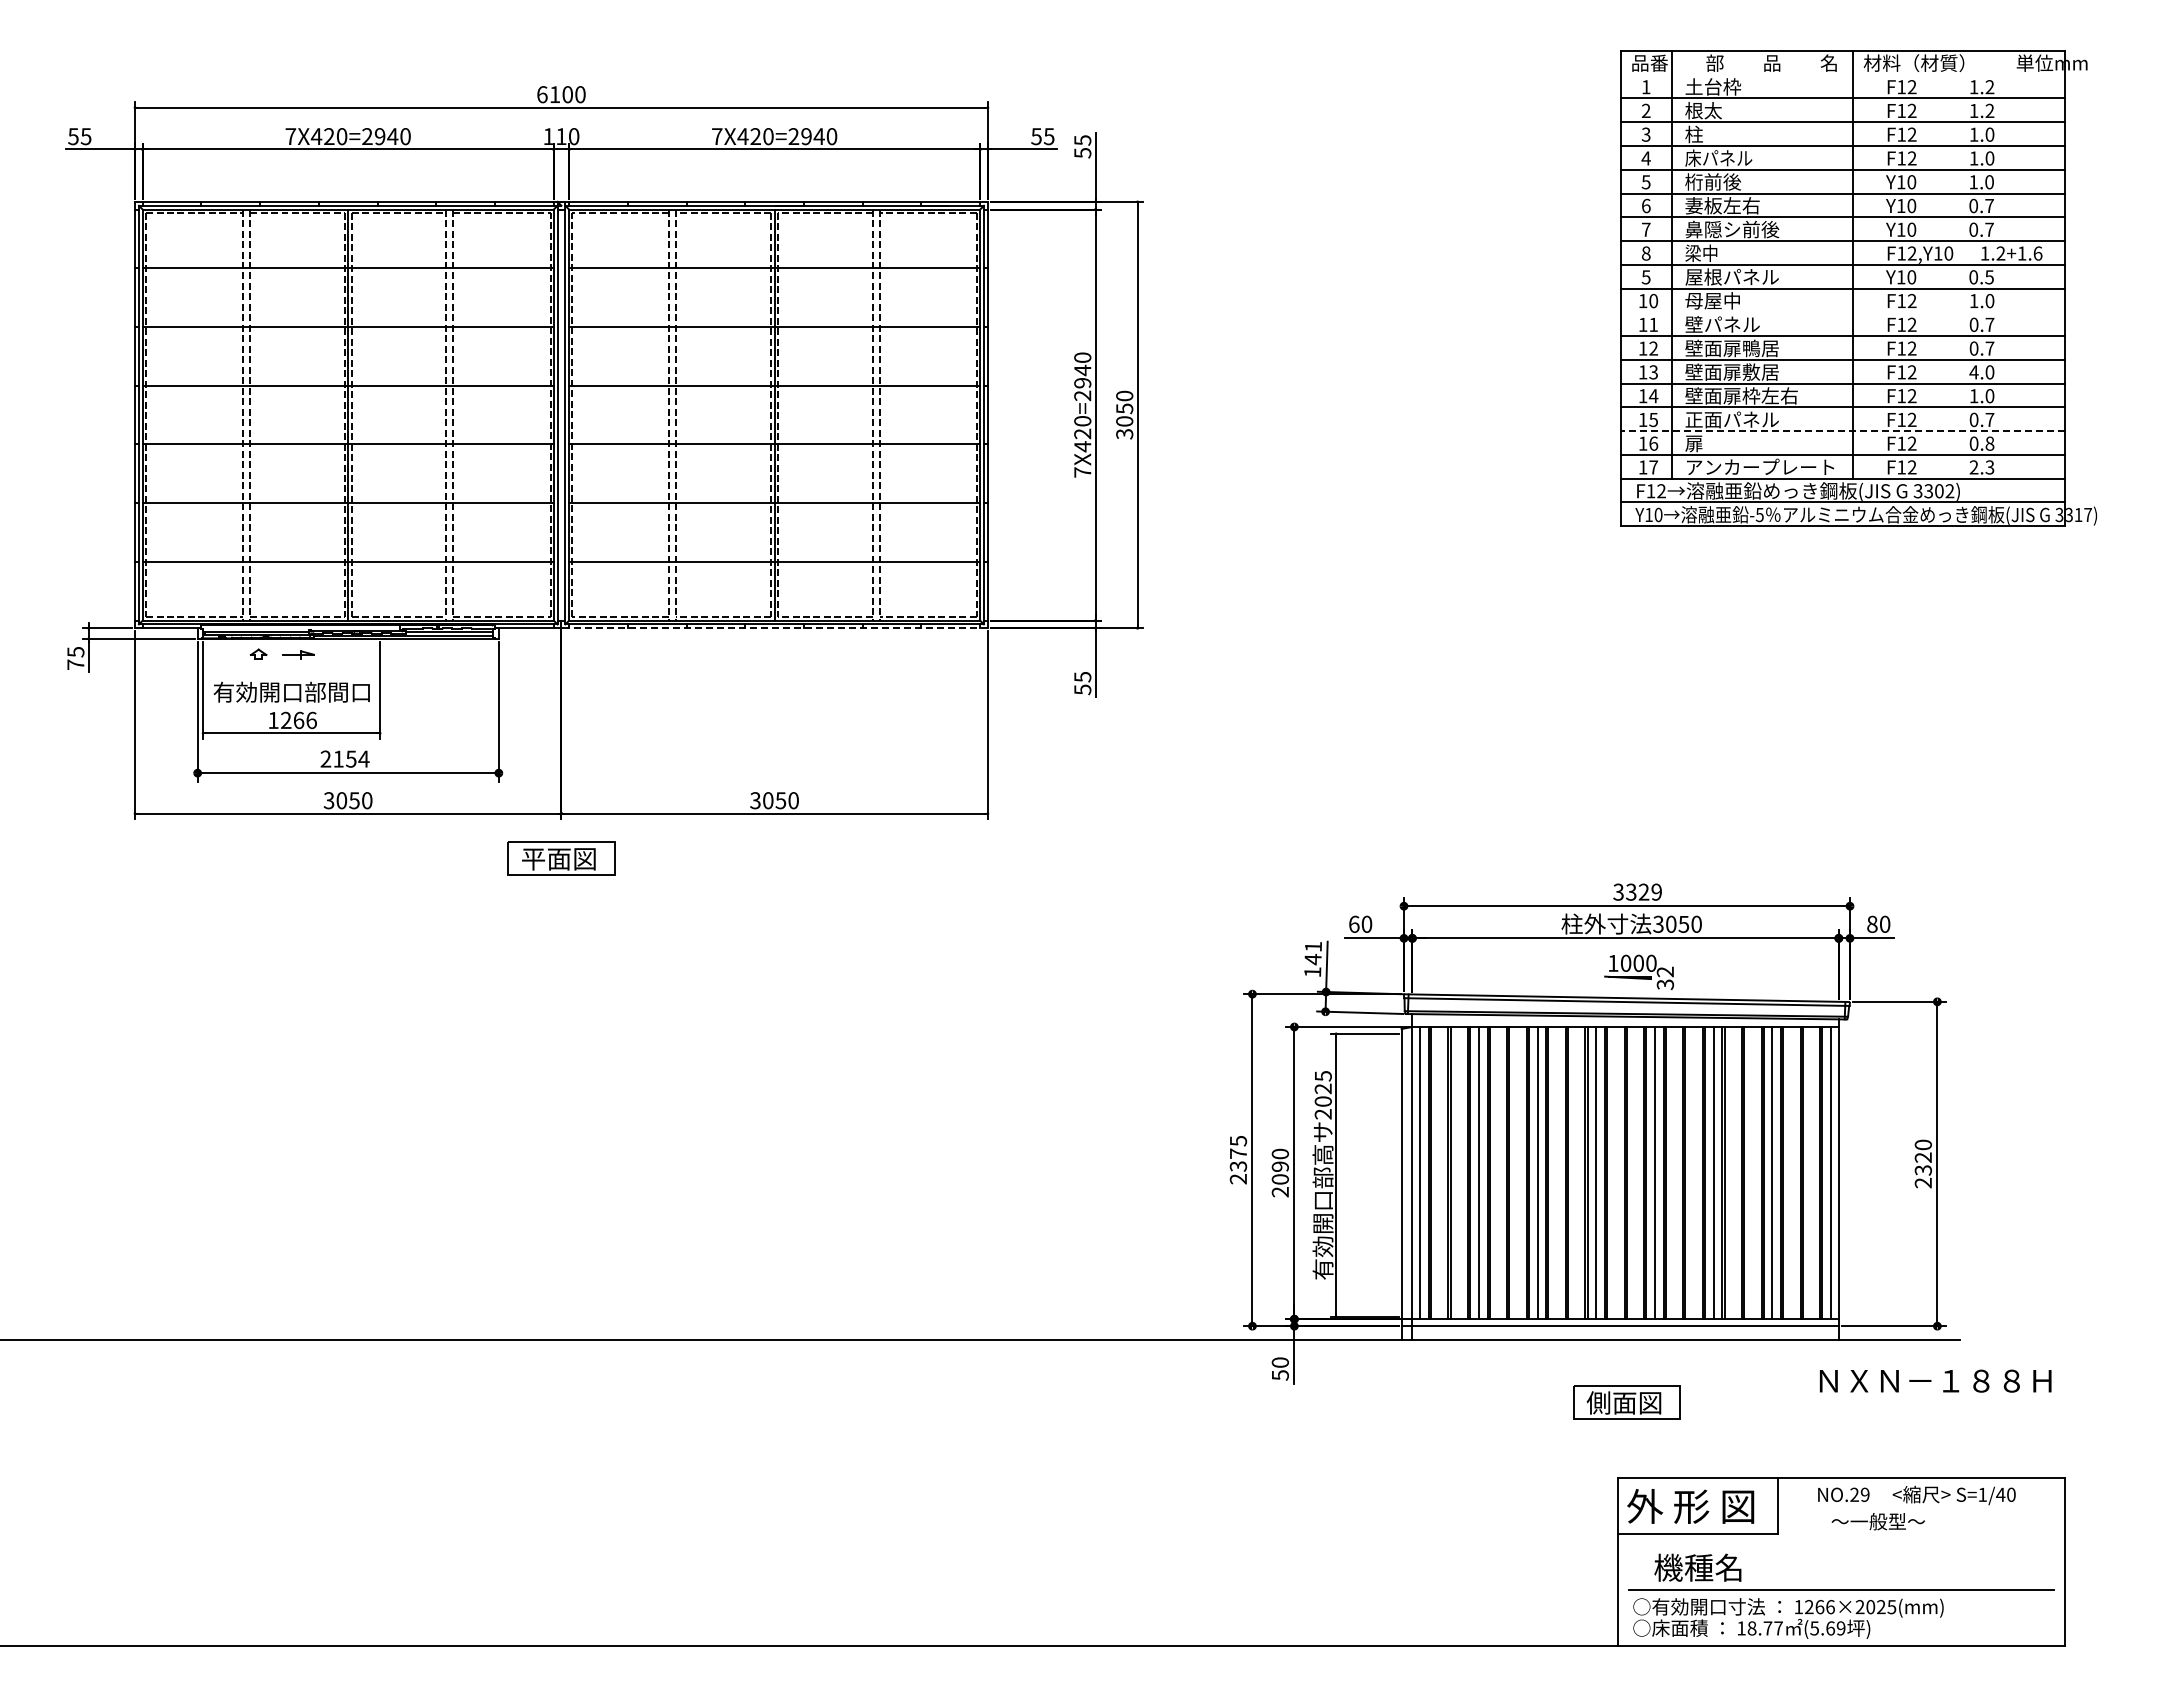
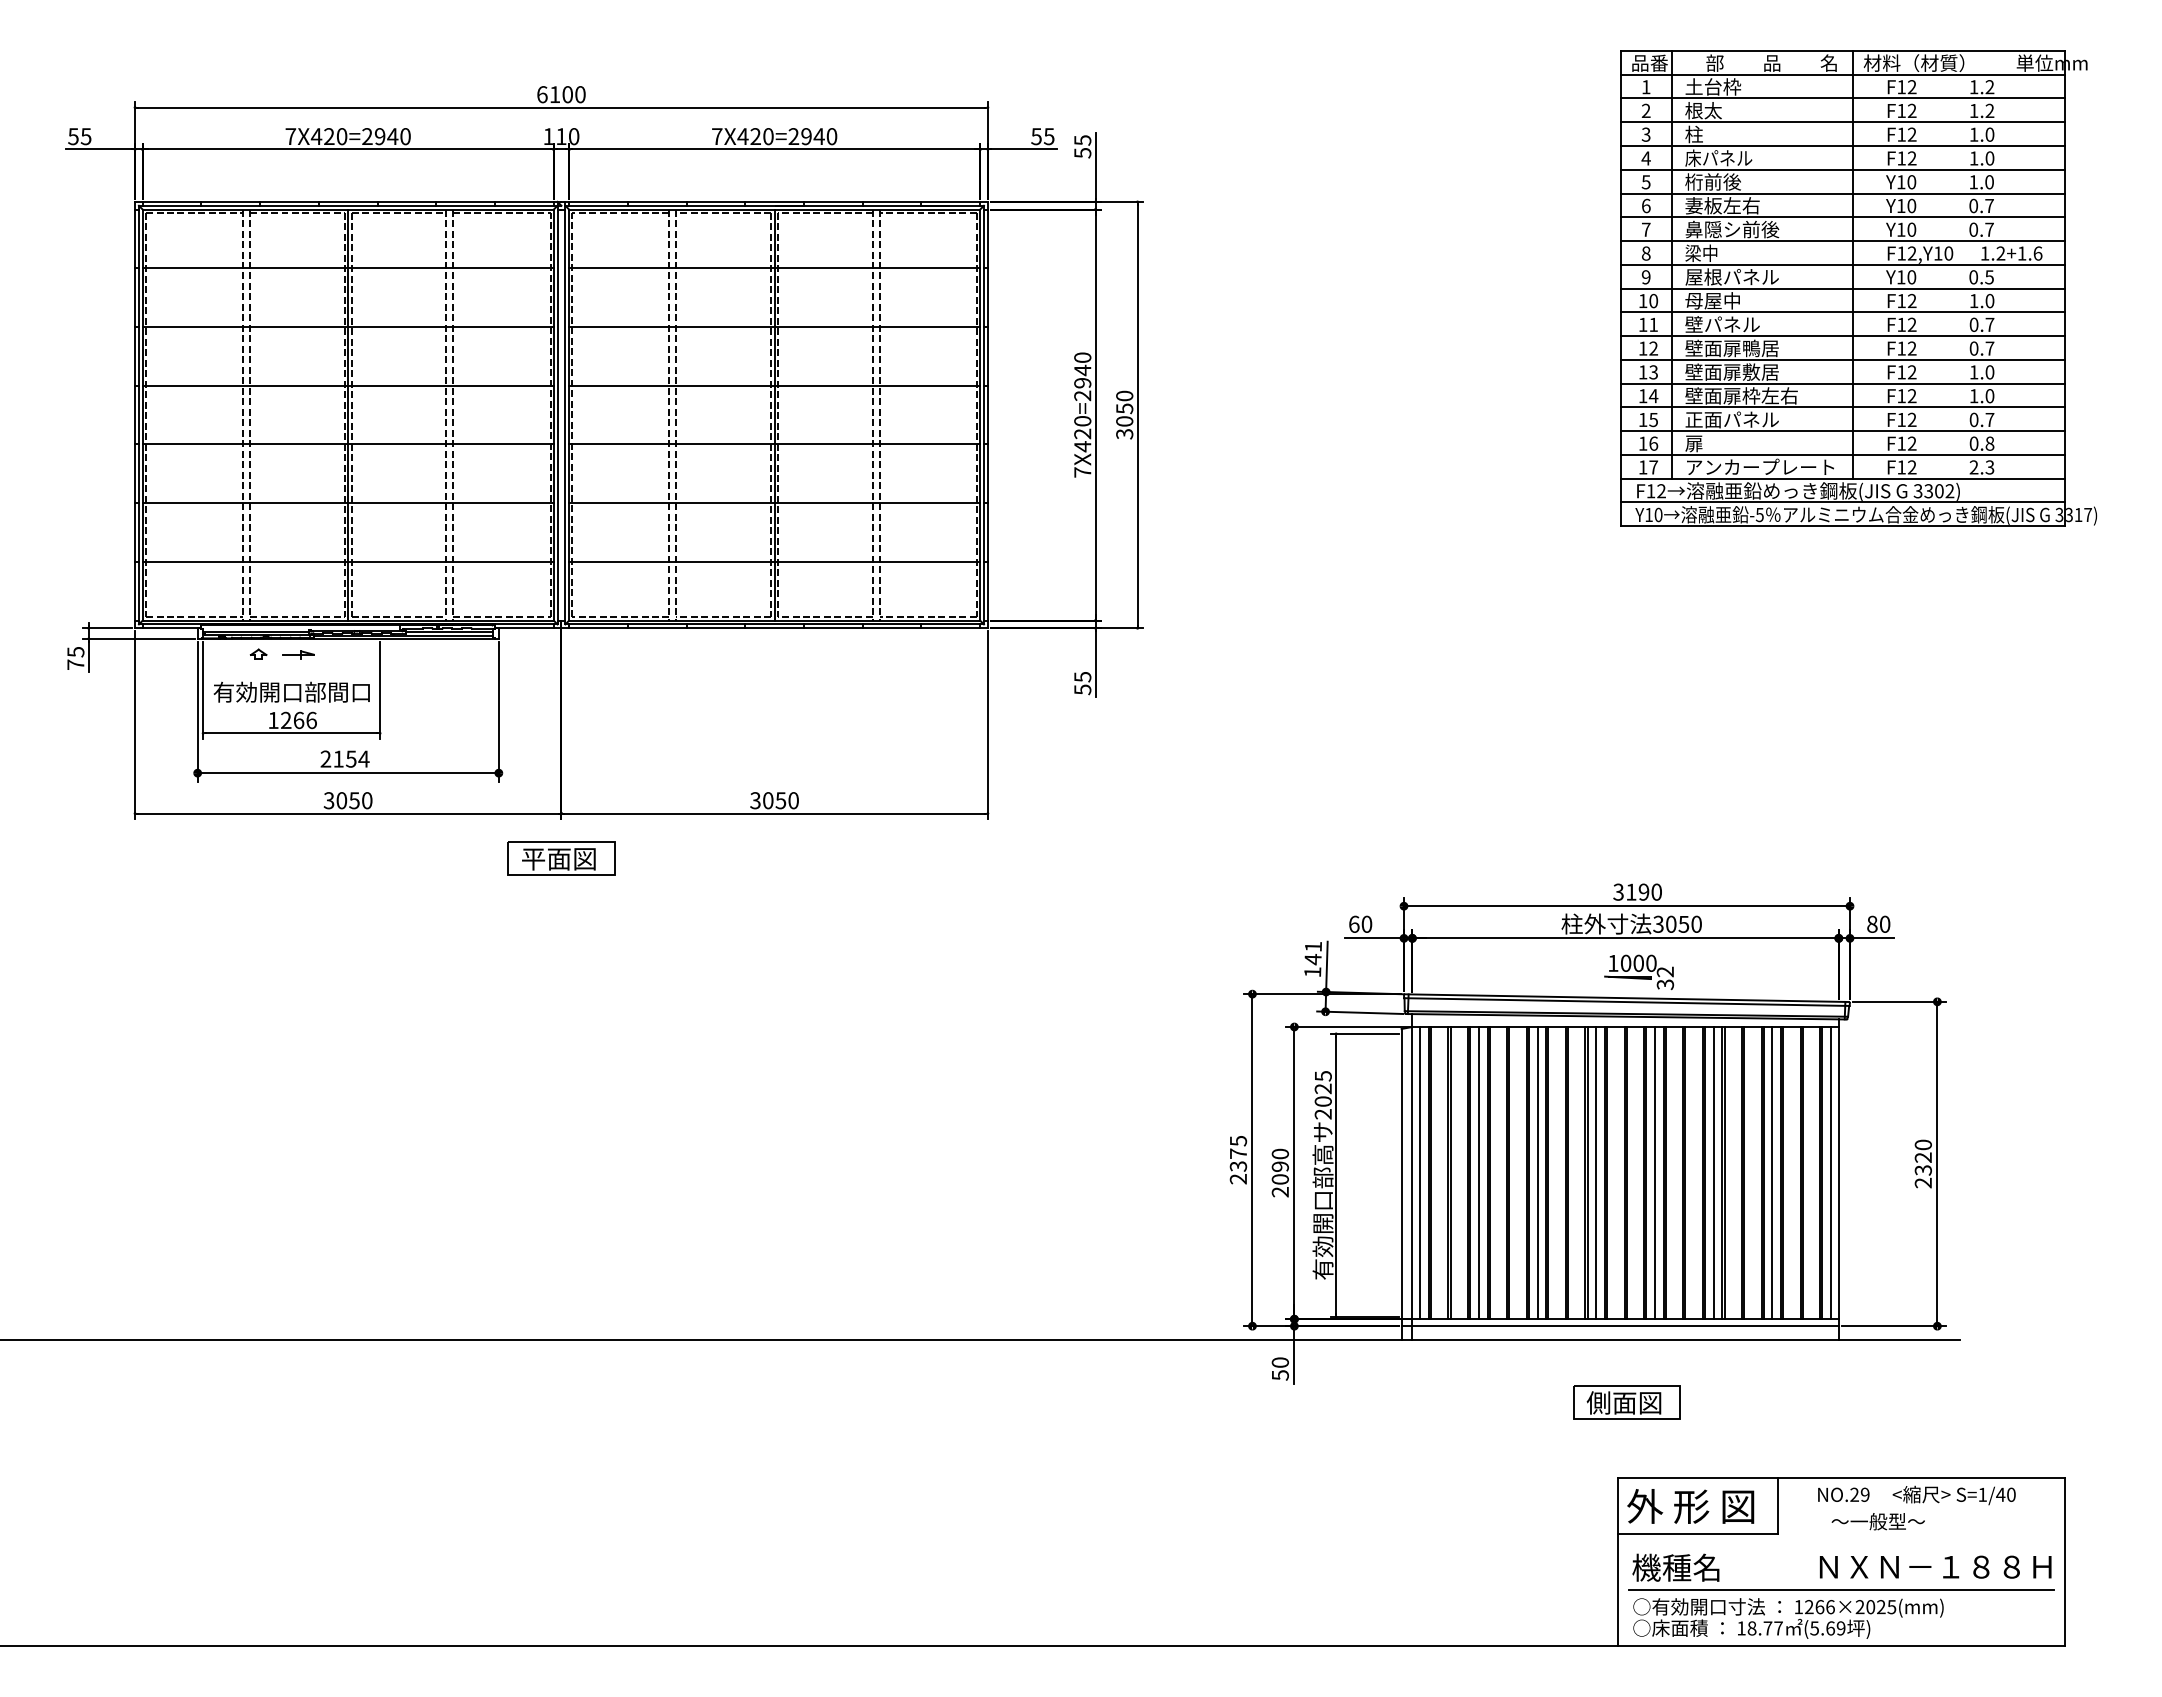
line at (1842, 74): none -> present
text at (1645, 277): 5 -> 9
line at (1842, 312): none -> present
text at (1973, 372): 4.0 -> 1.0
line at (1842, 431): dashed -> solid
line at (778, 628): dashed -> solid
text at (1643, 891): 3329 -> 3190
text at (1935, 1380) position: (1935, 1380) -> (1935, 1566)
text at (1697, 1567) position: (1697, 1567) -> (1675, 1567)
